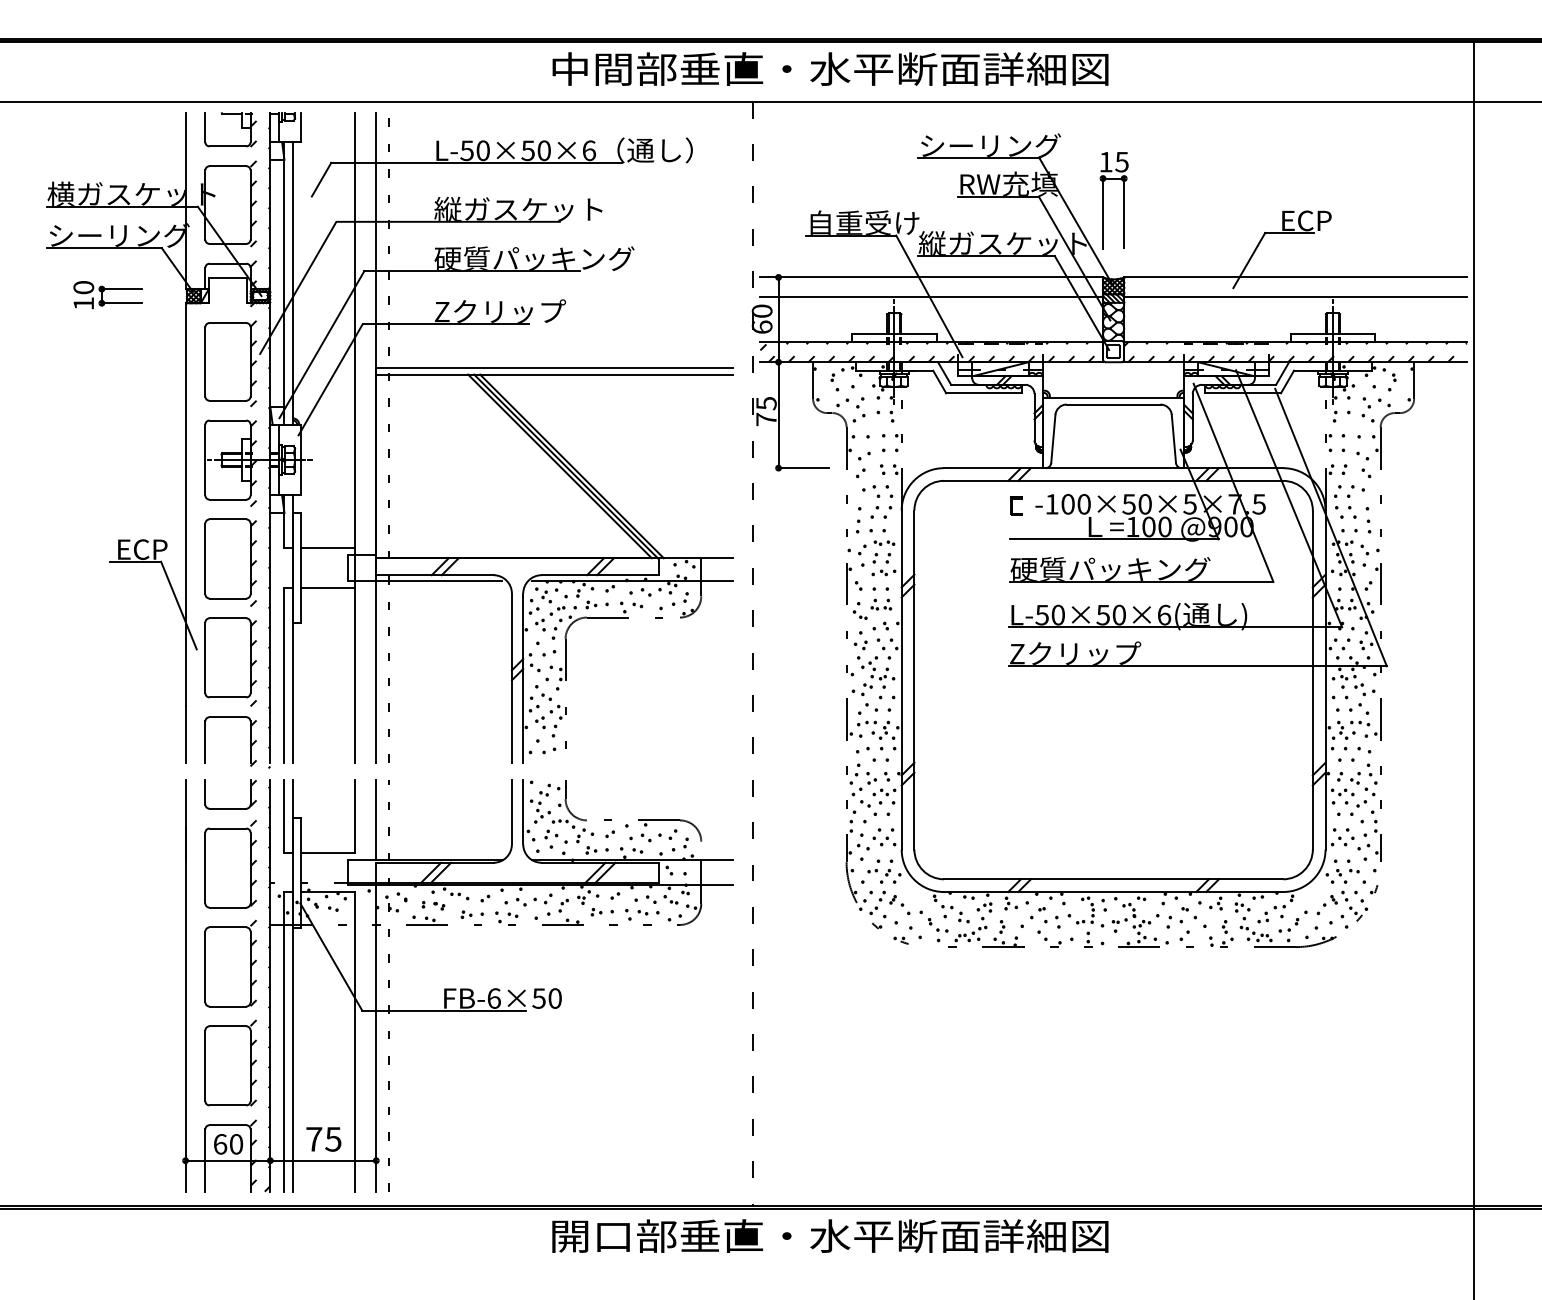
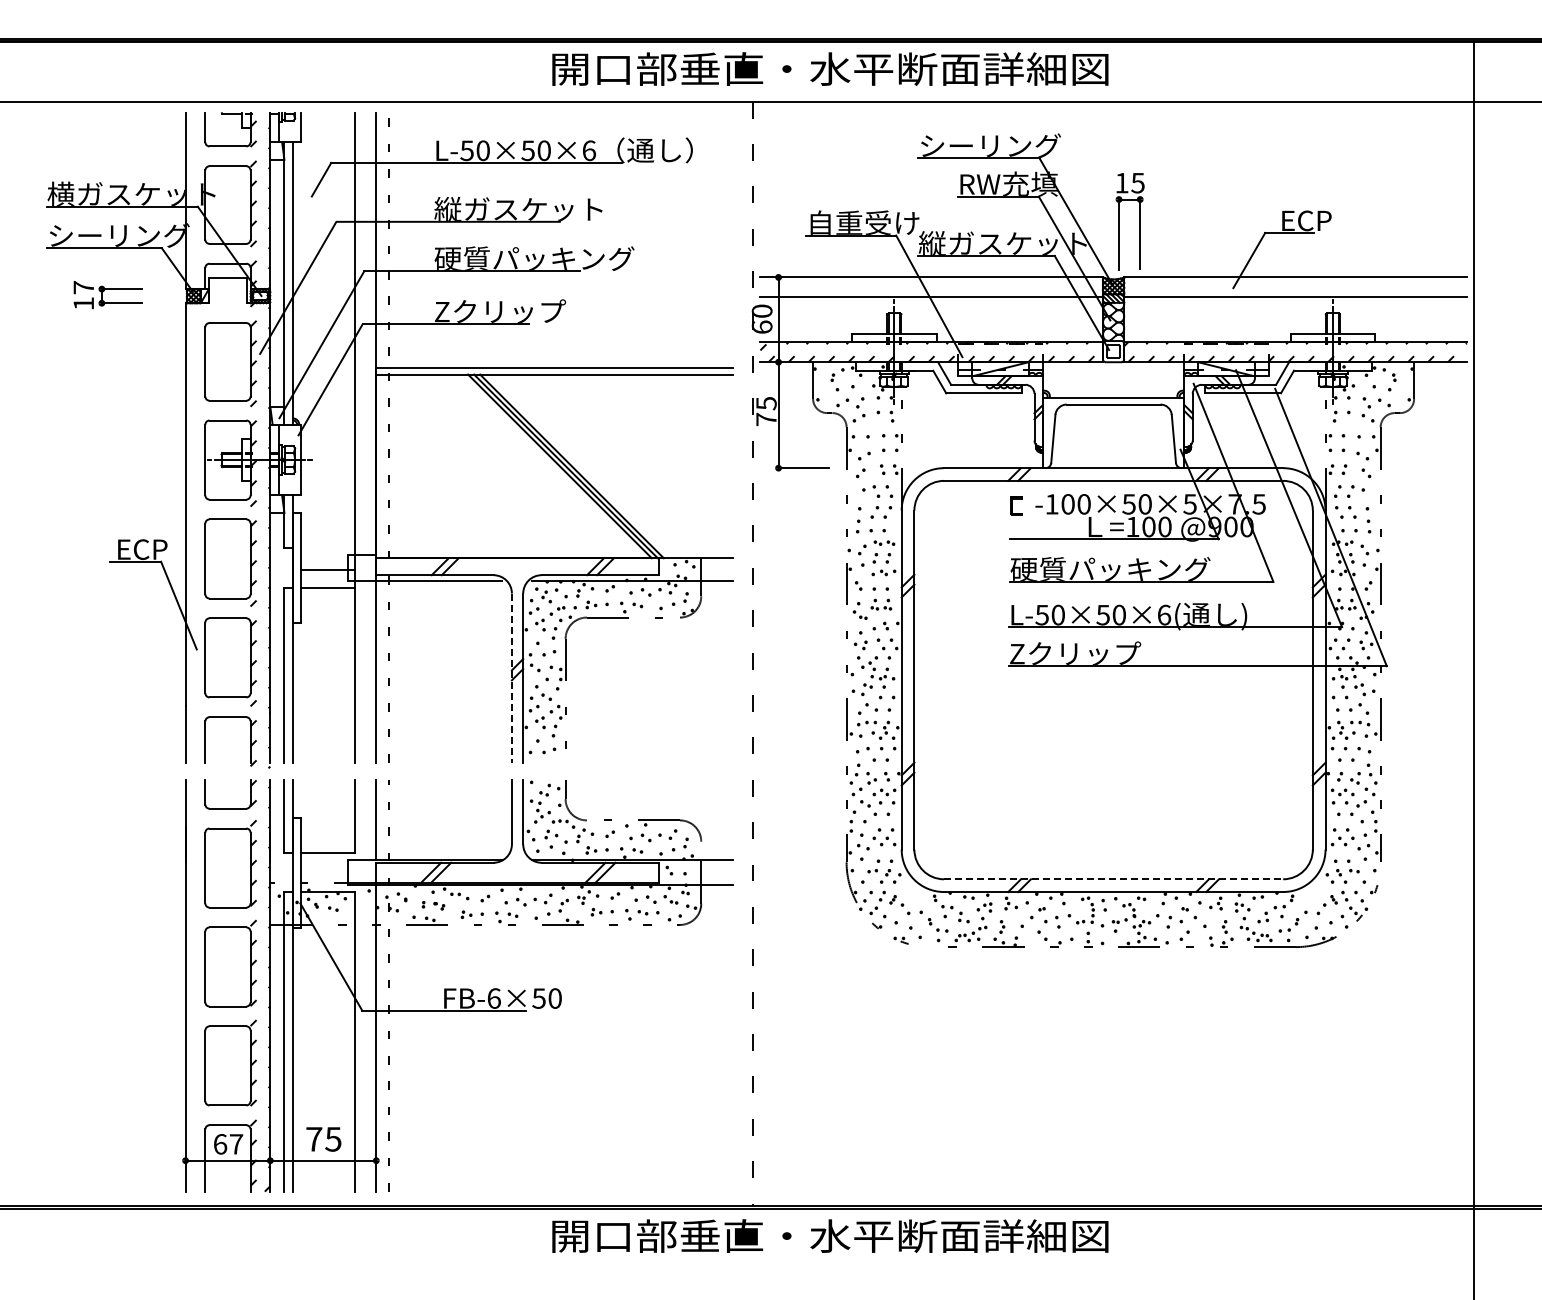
text at (591, 68): 中間部垂直・水平断面詳細図 -> 開口部垂直・水平断面詳細図
part at (1103, 200) position: (1103, 200) -> (1119, 221)
text at (83, 287): 10 -> 17
line at (328, 548) position: (328, 548) -> (328, 570)
line at (511, 678): solid -> dashed
line at (1113, 879): solid -> dashed
text at (236, 1144): 60 -> 67
